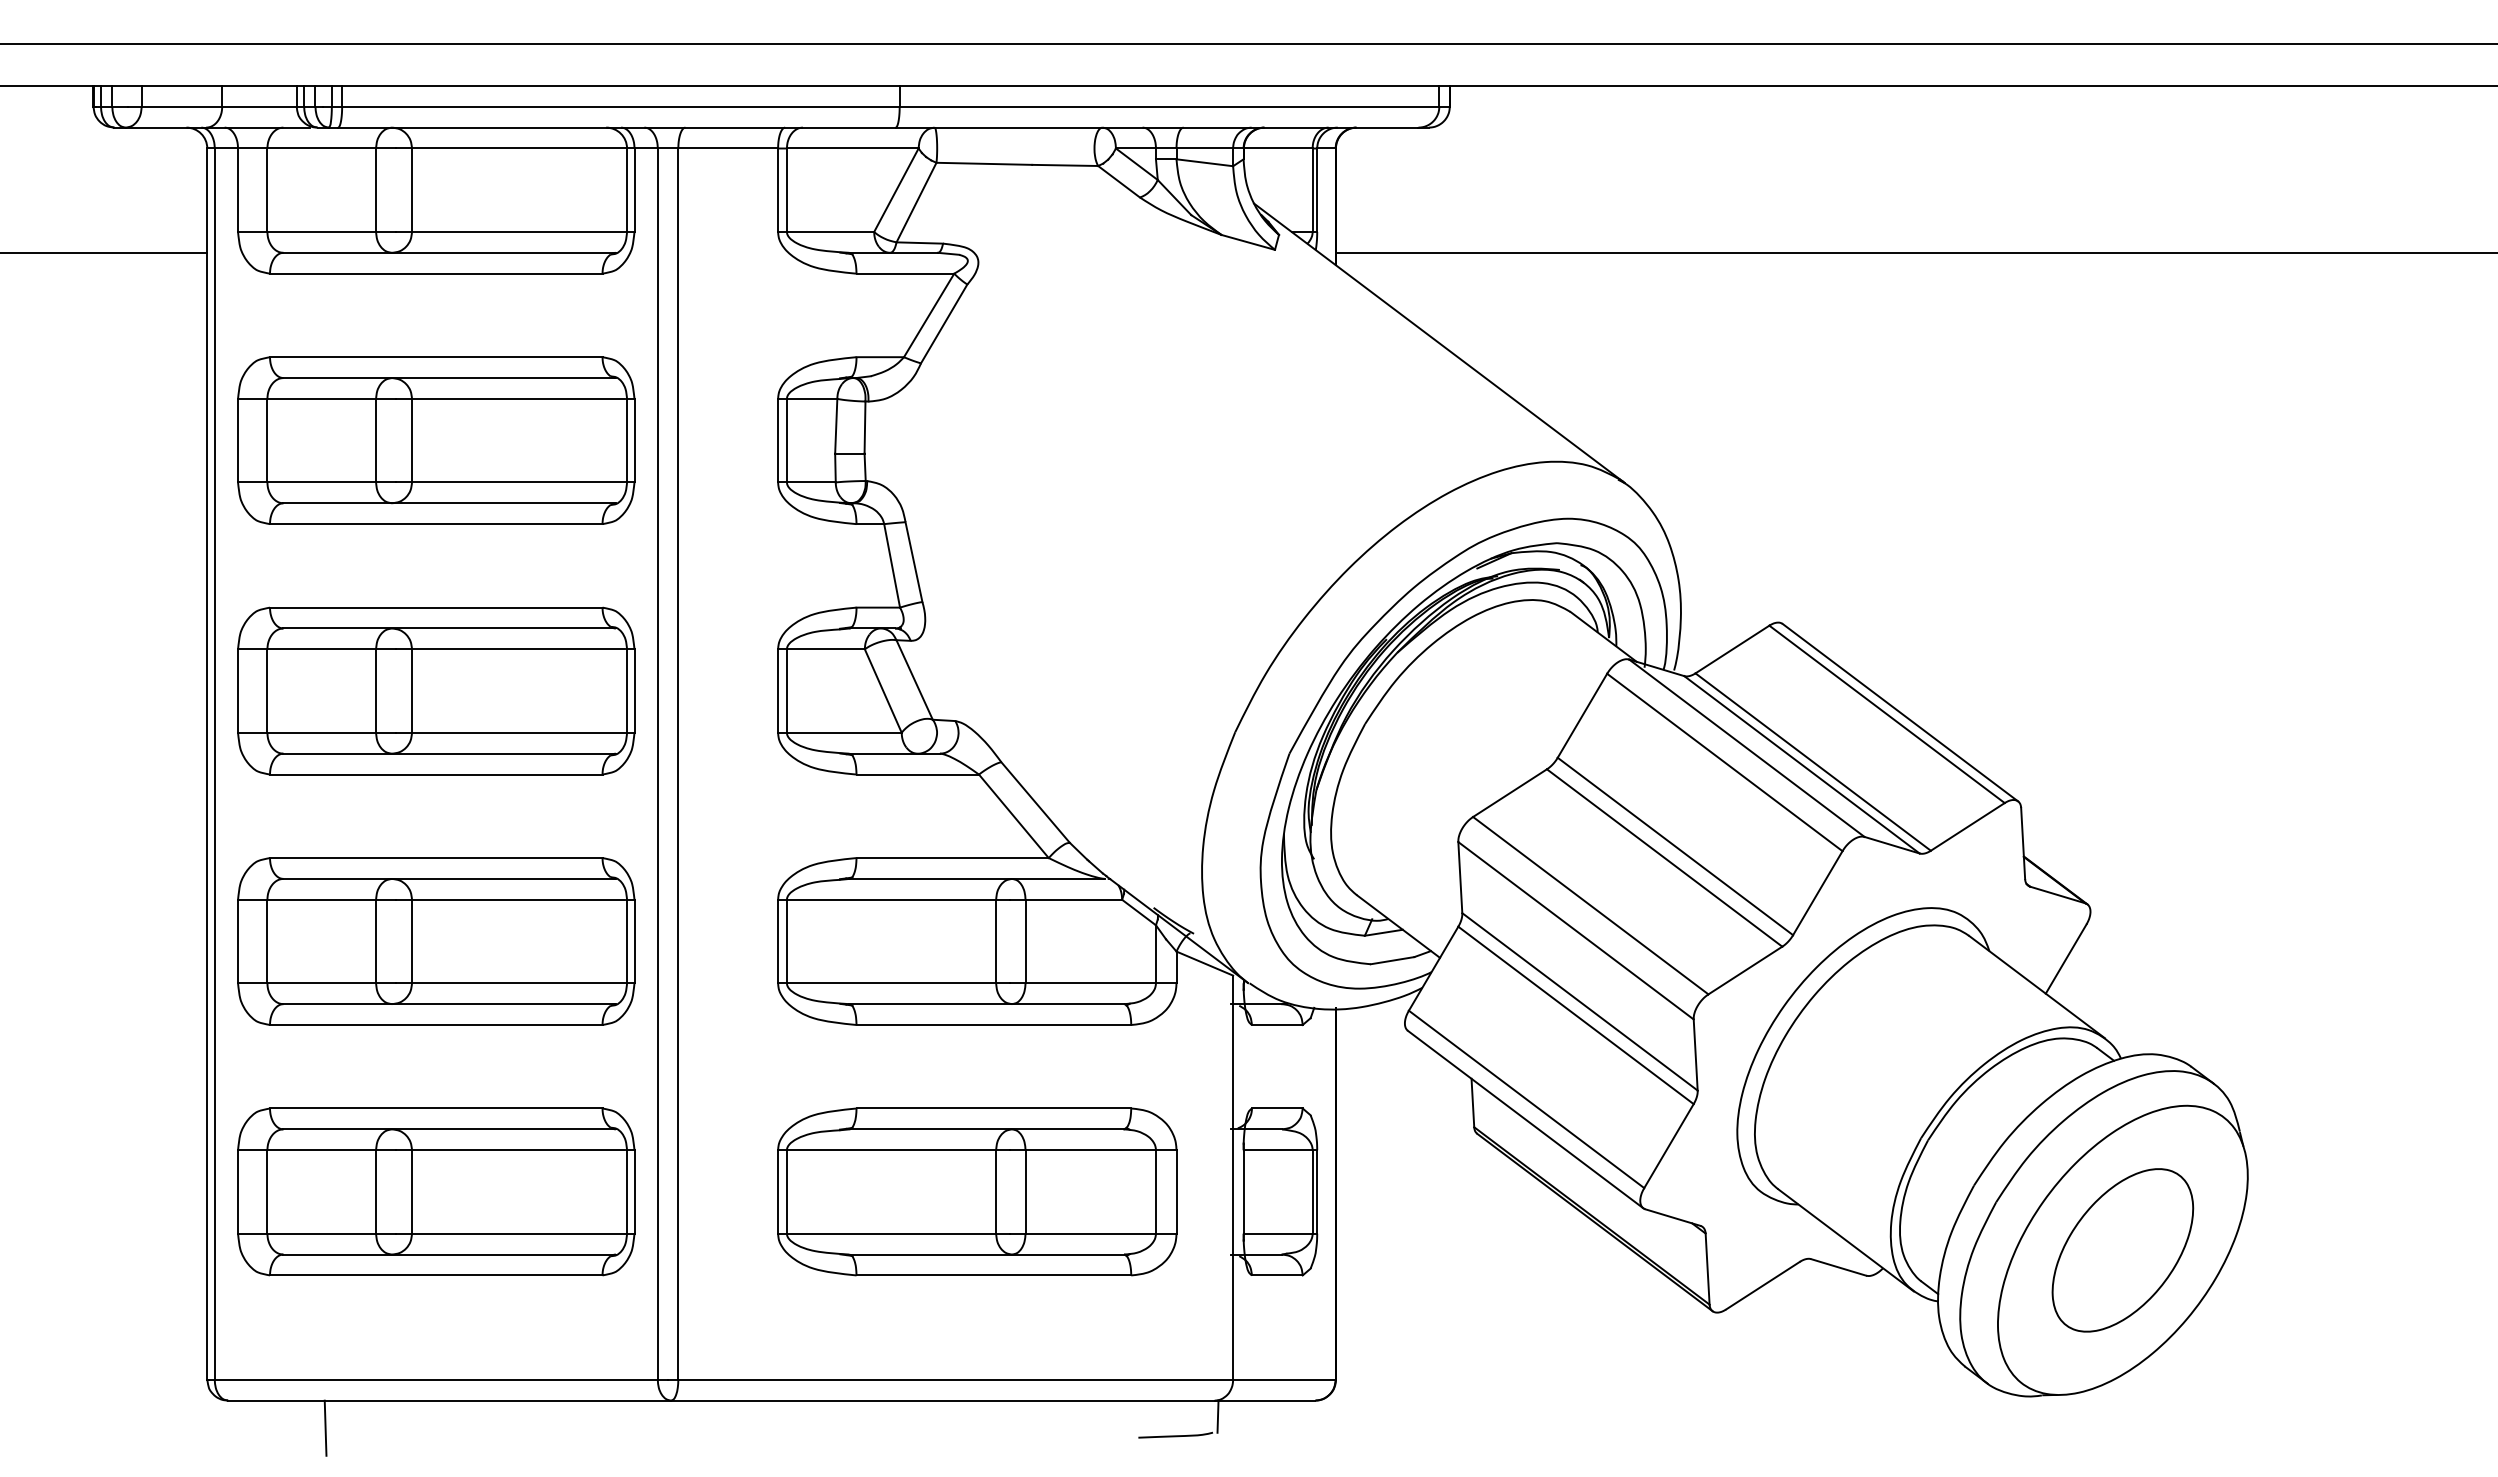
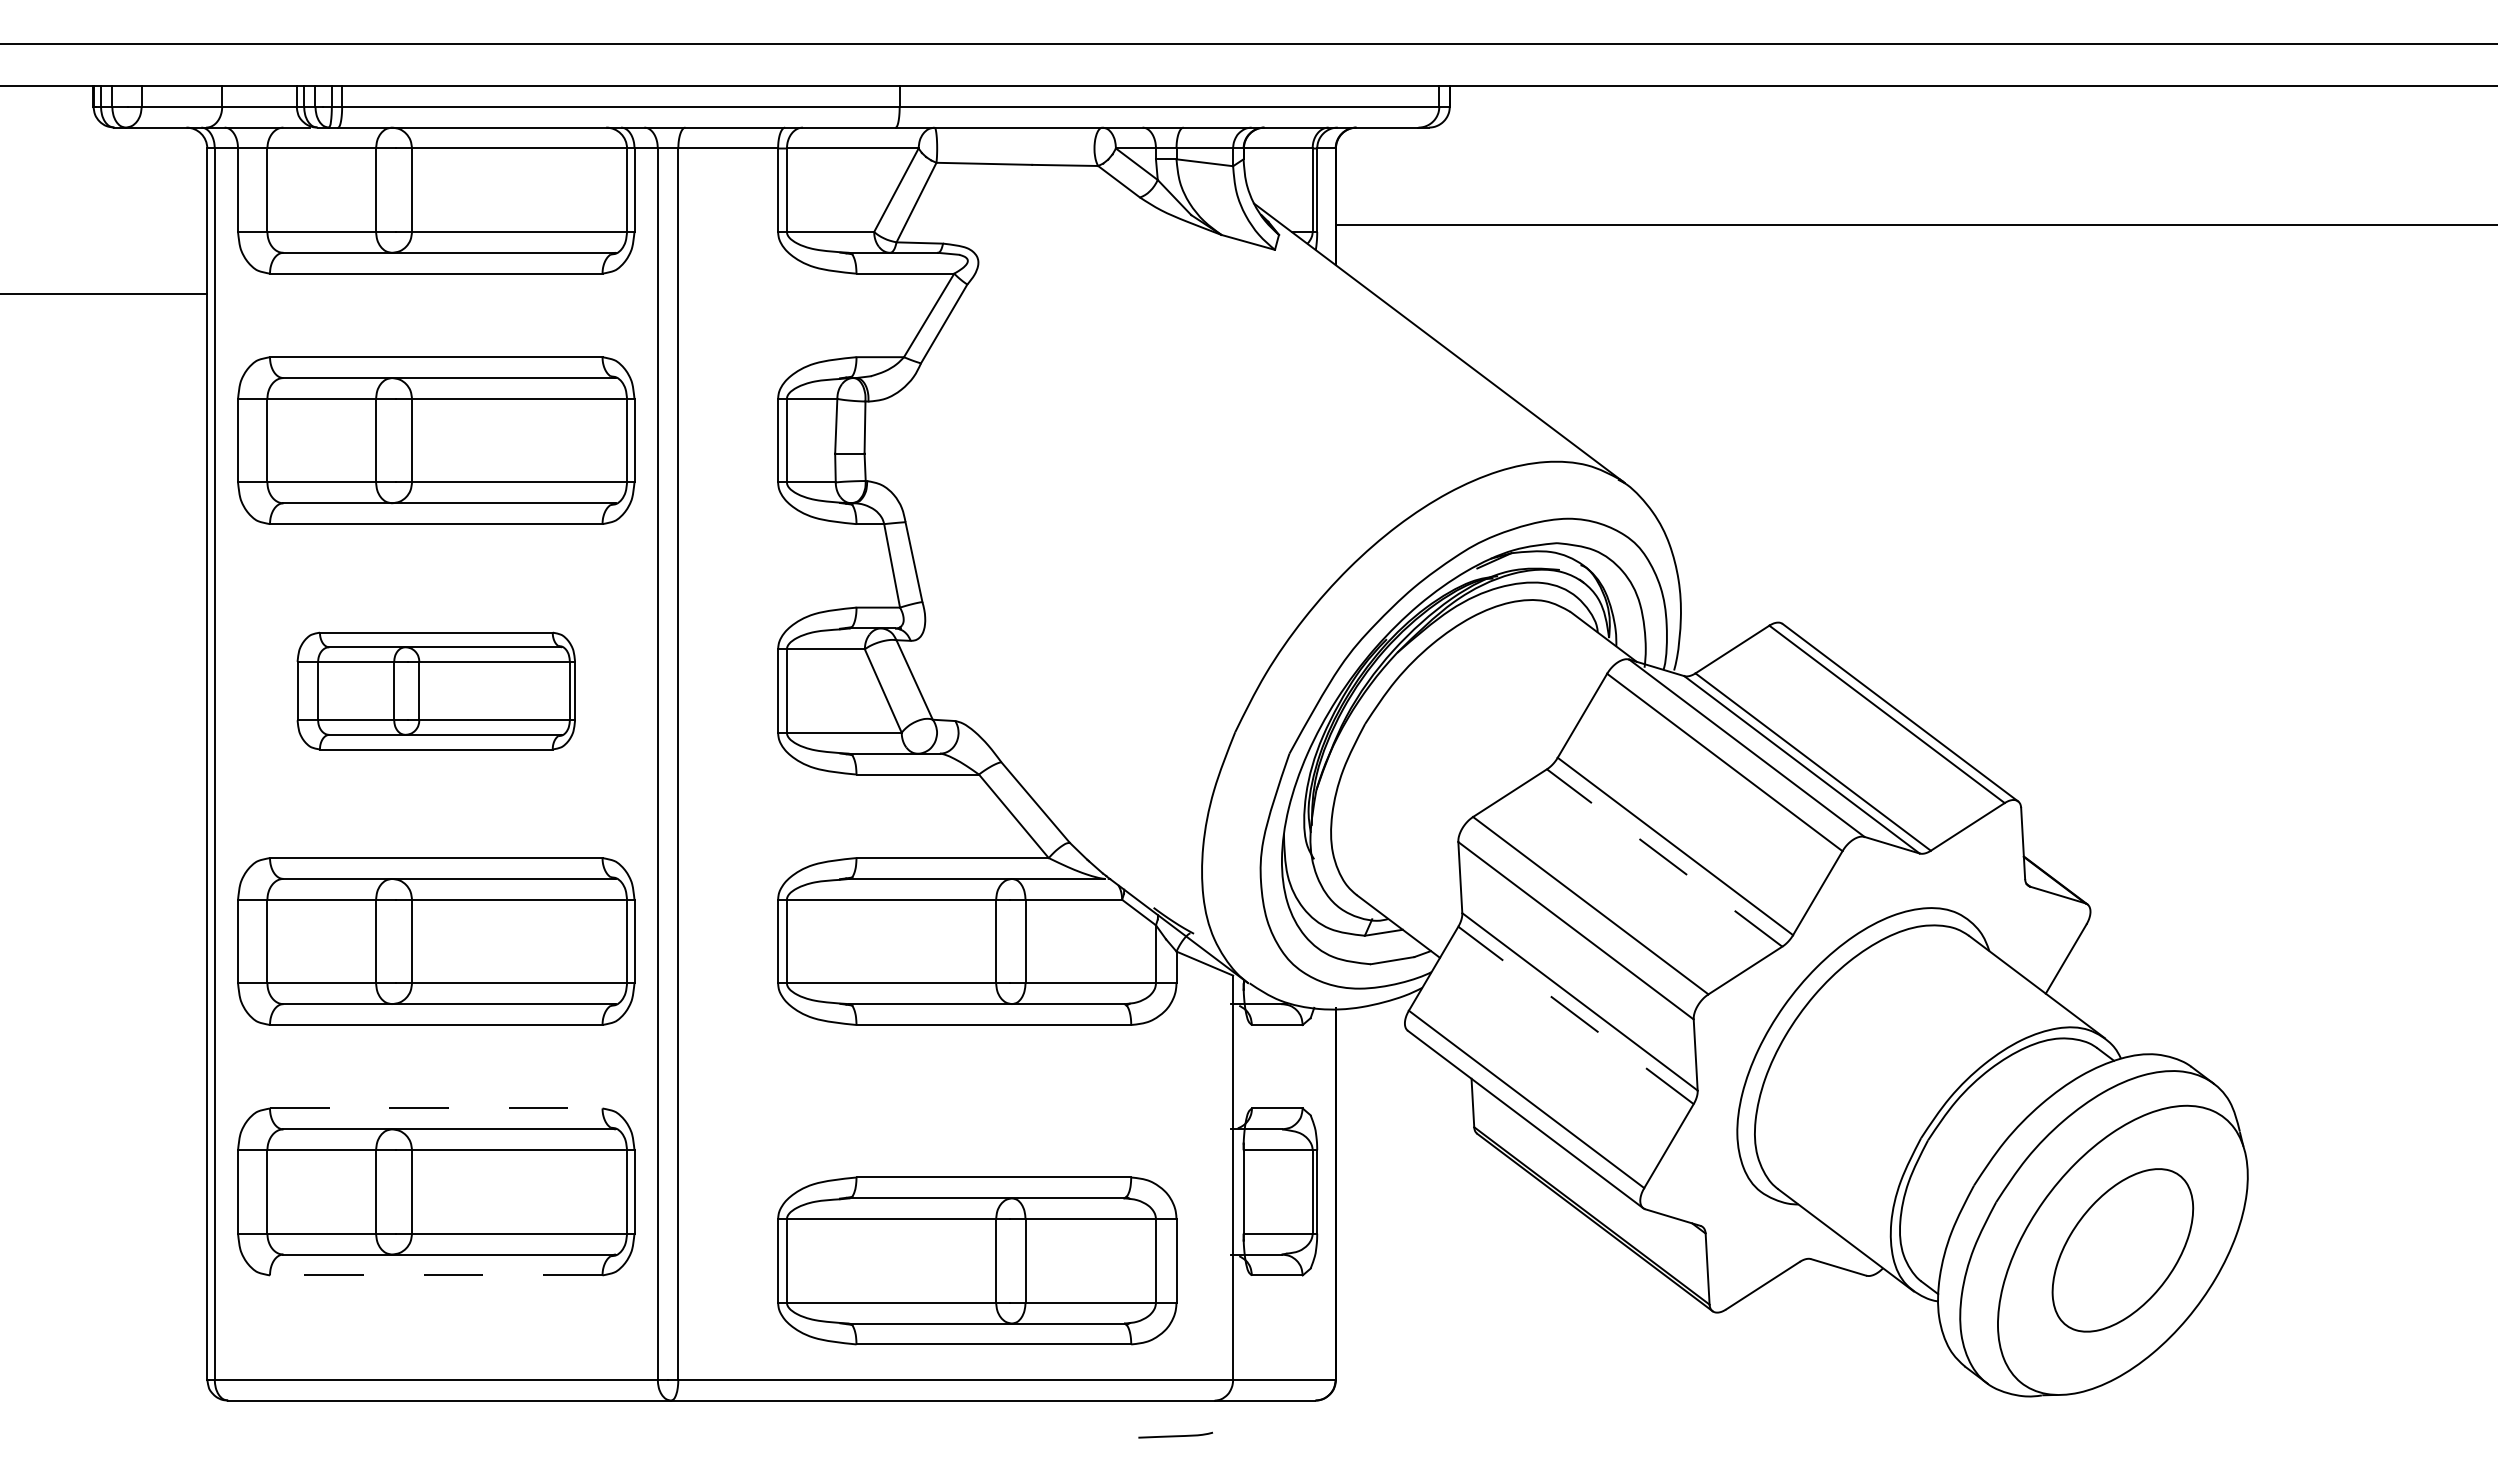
line at (104, 252) position: (104, 252) -> (104, 293)
line at (1914, 252) position: (1914, 252) -> (1914, 224)
part at (436, 690) size: 399x170 px -> 280x120 px
line at (1664, 857): solid -> dashed
line at (1575, 1015): solid -> dashed
line at (436, 1108): solid -> dashed
part at (977, 1191) position: (977, 1191) -> (977, 1260)
line at (435, 1275): solid -> dashed
line at (1217, 1416): present -> none
line at (325, 1427): present -> none
